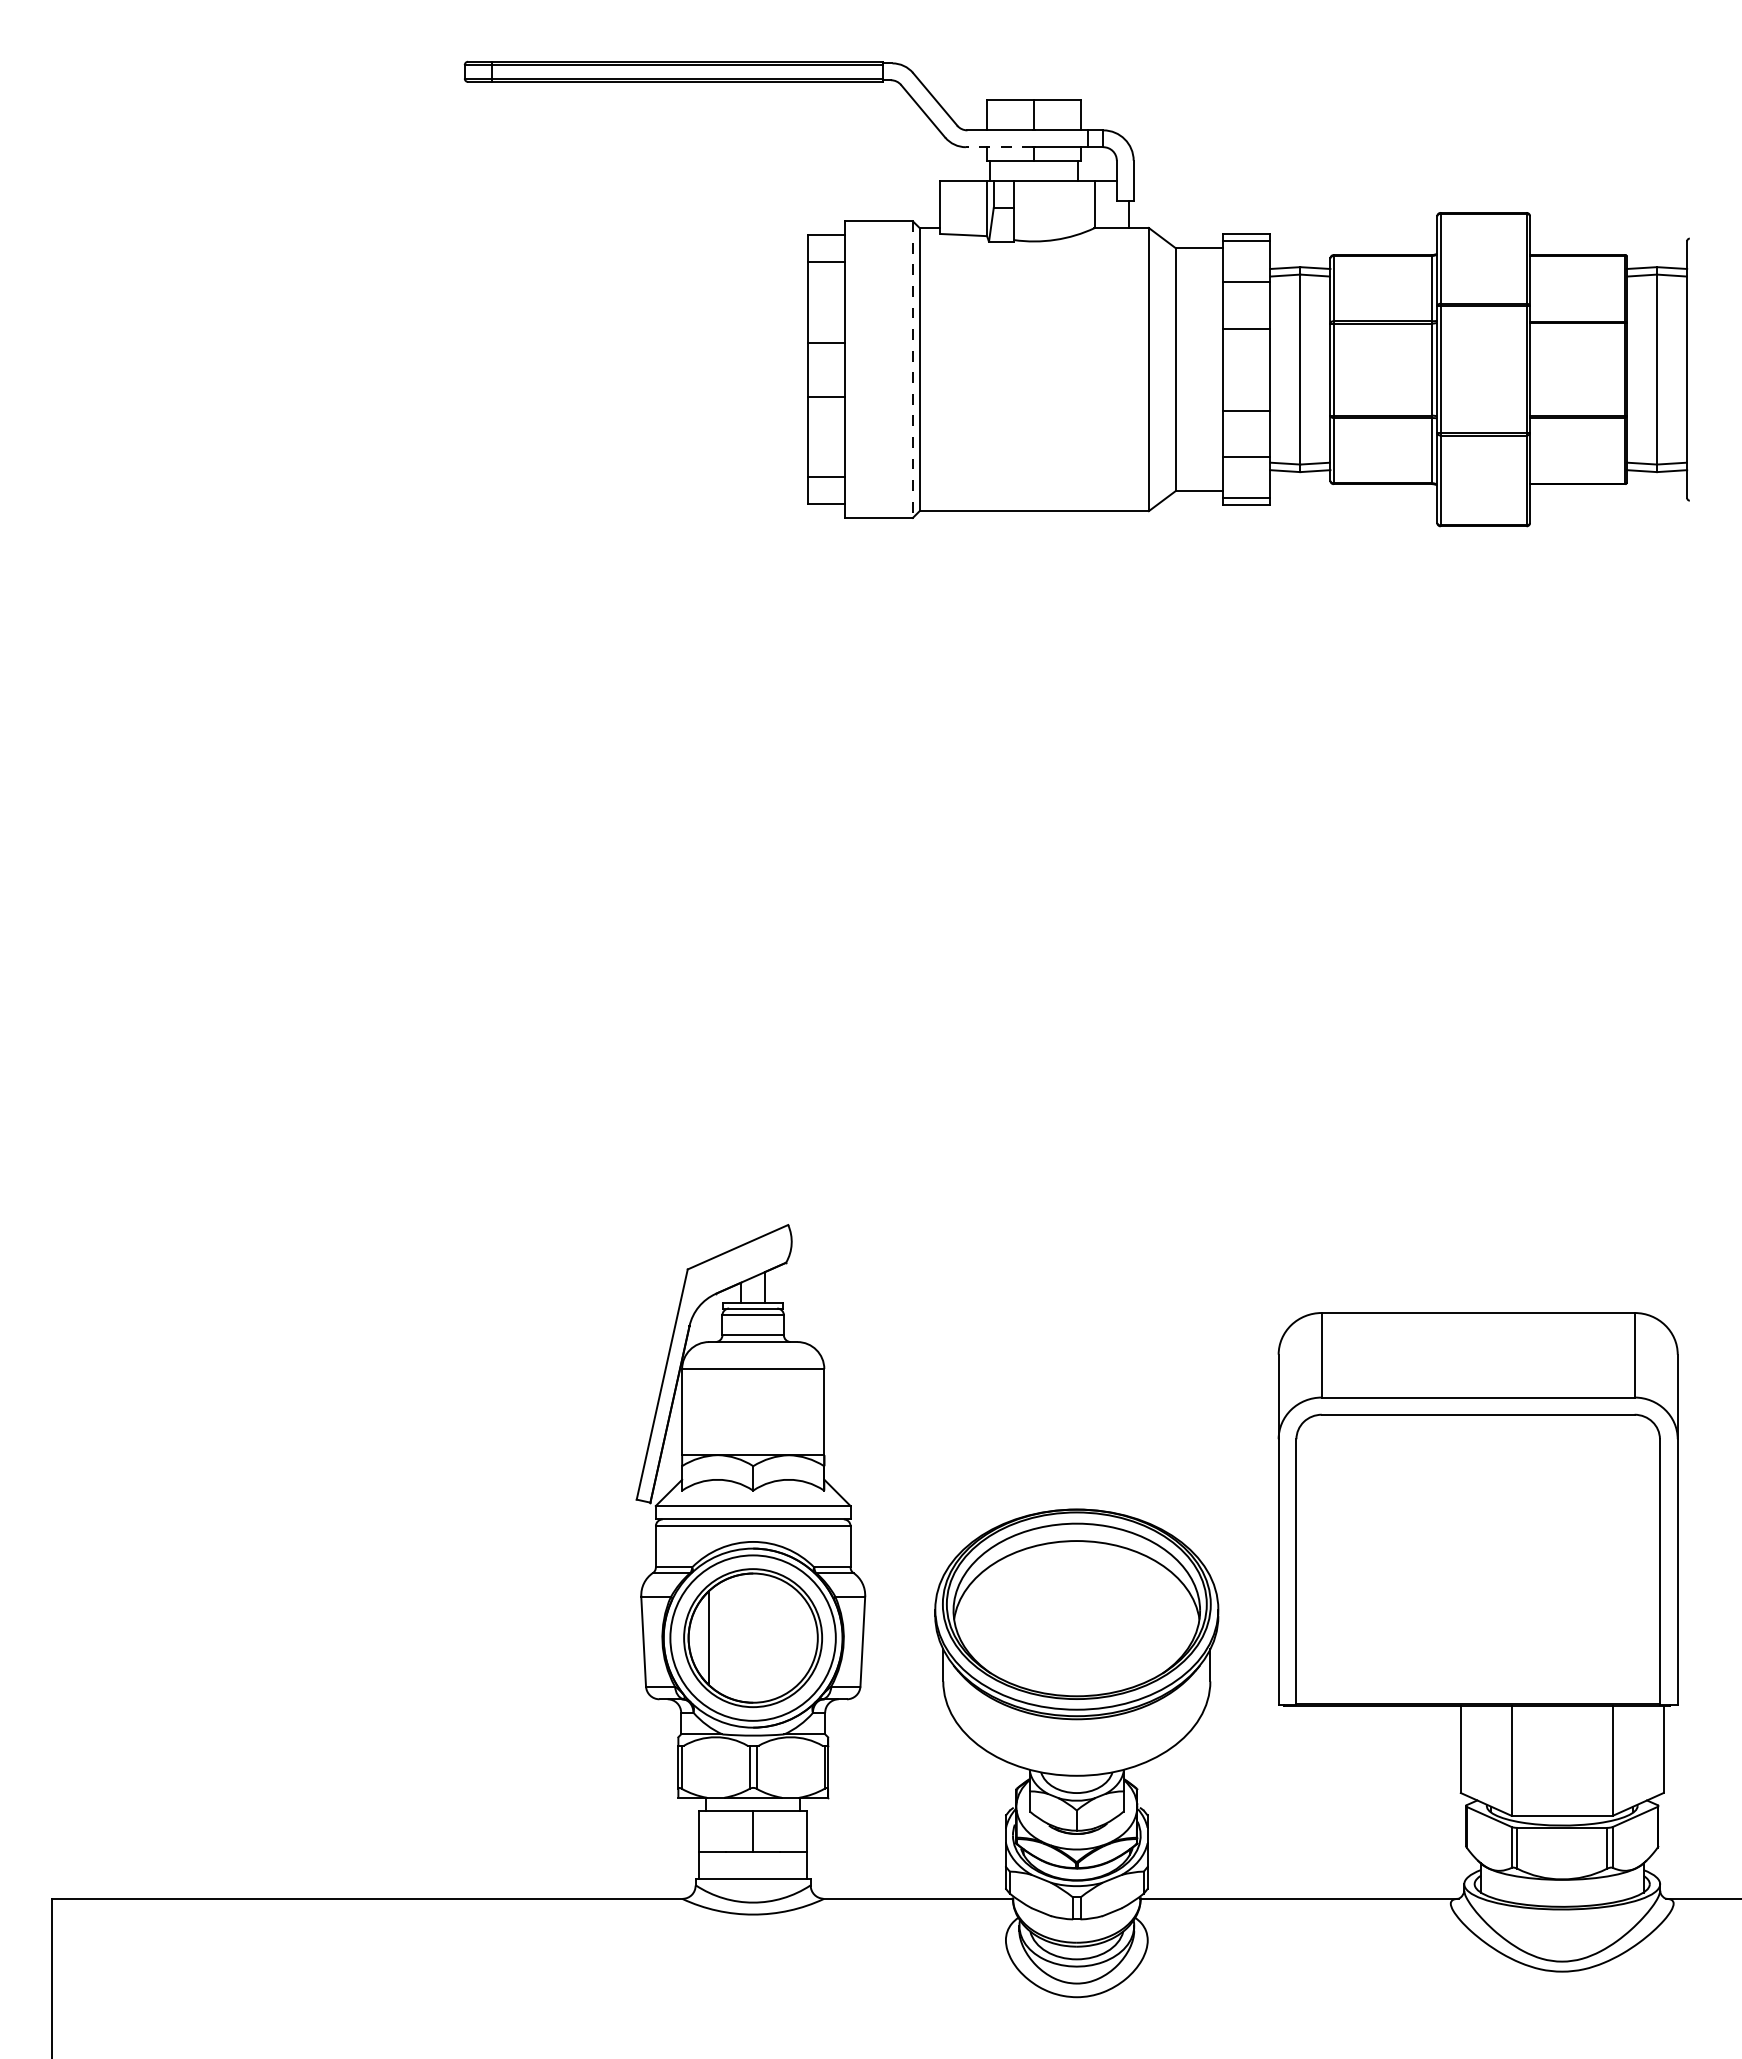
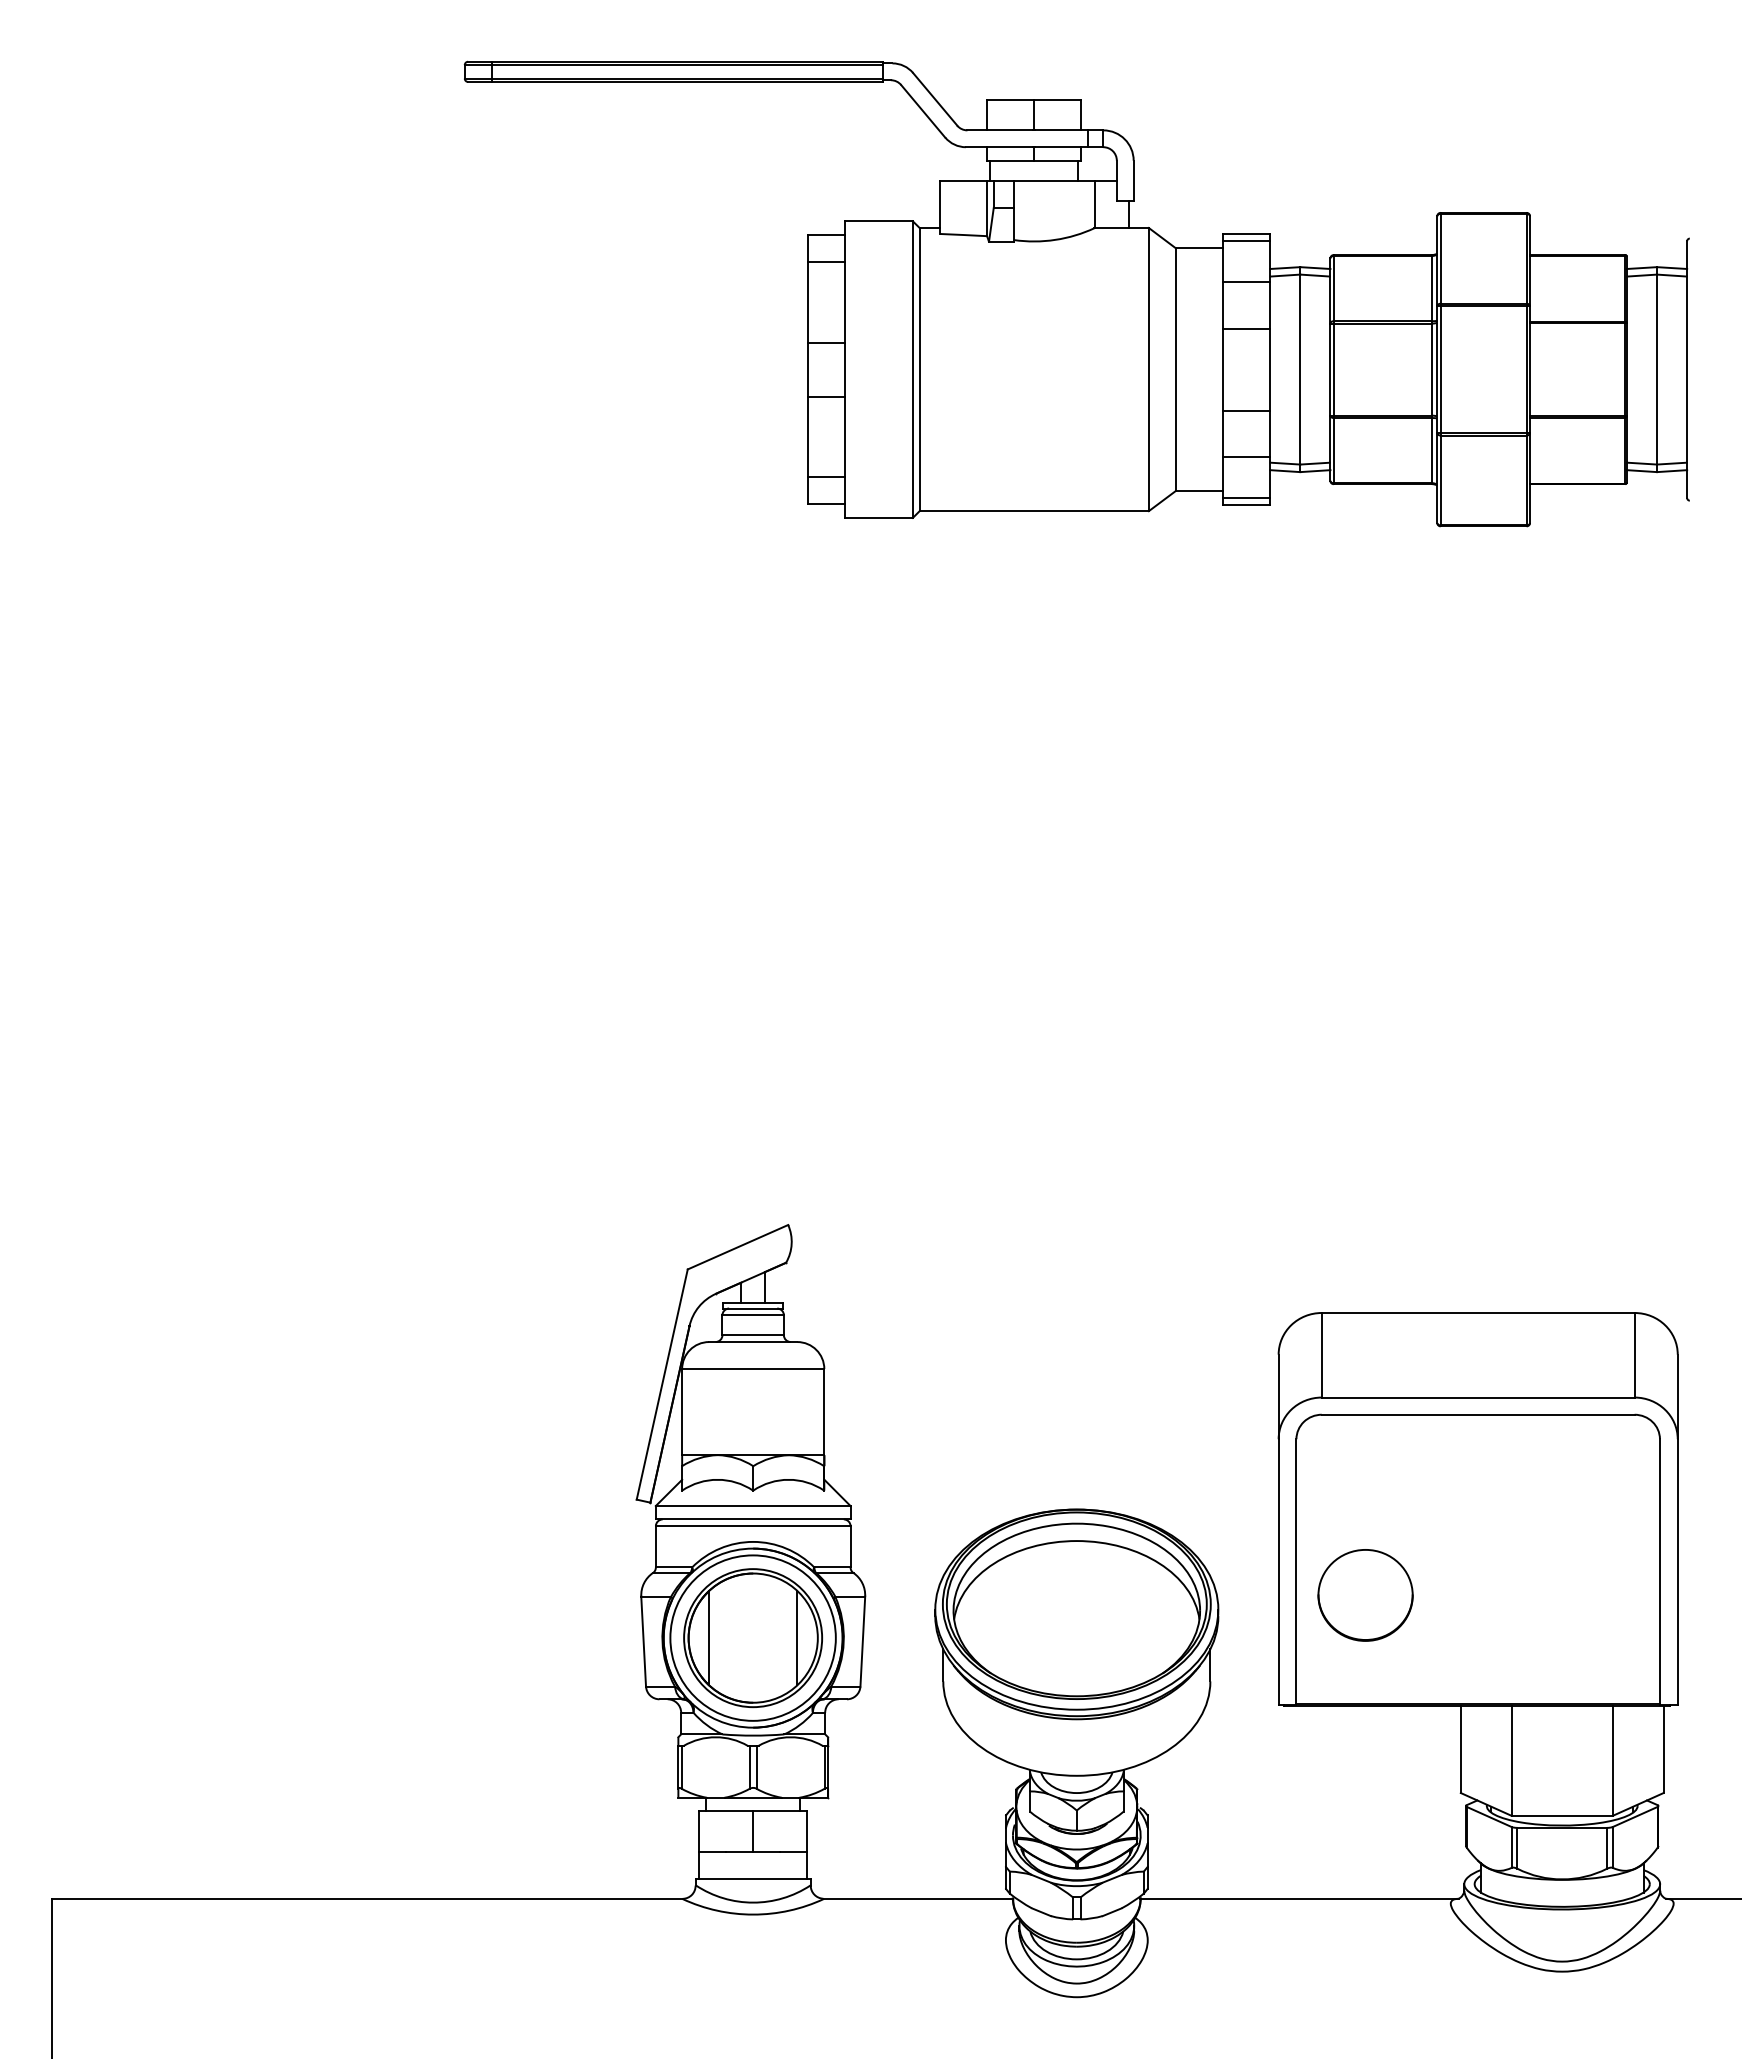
line at (999, 147): dashed -> solid
line at (912, 370): dashed -> solid
part at (1365, 1595): none -> present
line at (797, 1637): none -> present
